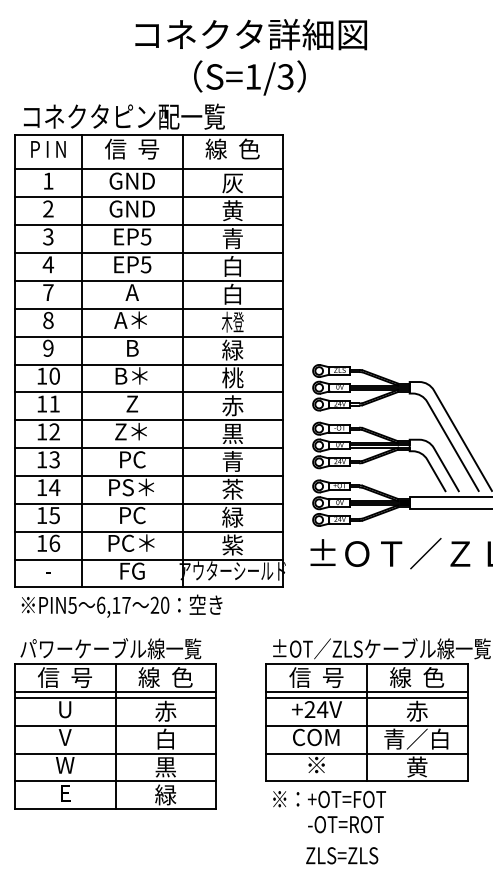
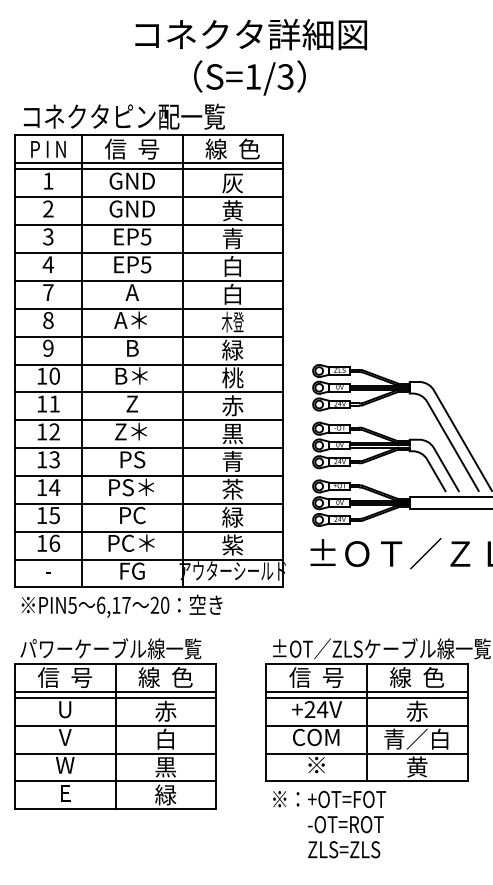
line at (148, 163): none -> present
text at (132, 459): PC -> PS
text at (342, 855) position: (342, 855) -> (344, 849)
